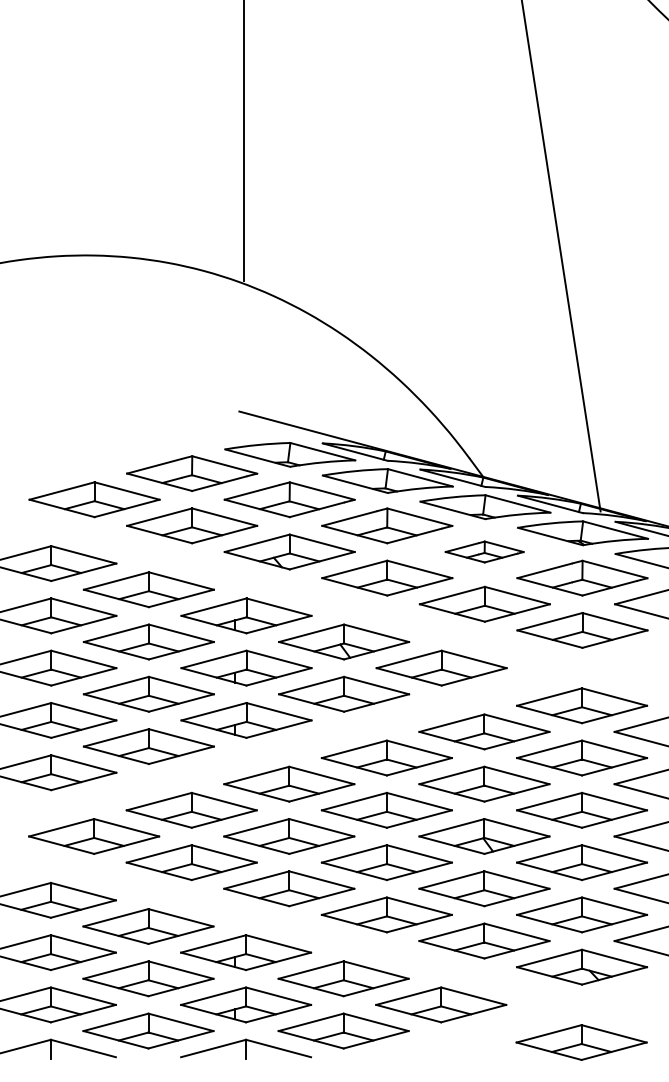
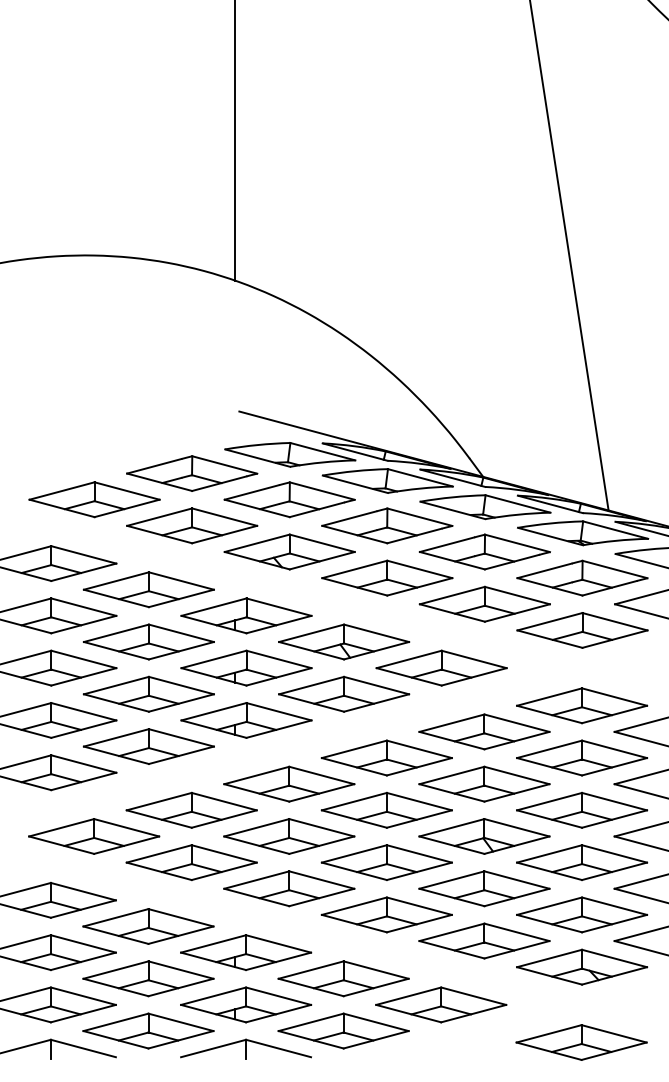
line at (244, 141) position: (244, 141) -> (235, 141)
line at (561, 256) position: (561, 256) -> (569, 256)
part at (484, 551) size: 81x24 px -> 133x38 px
